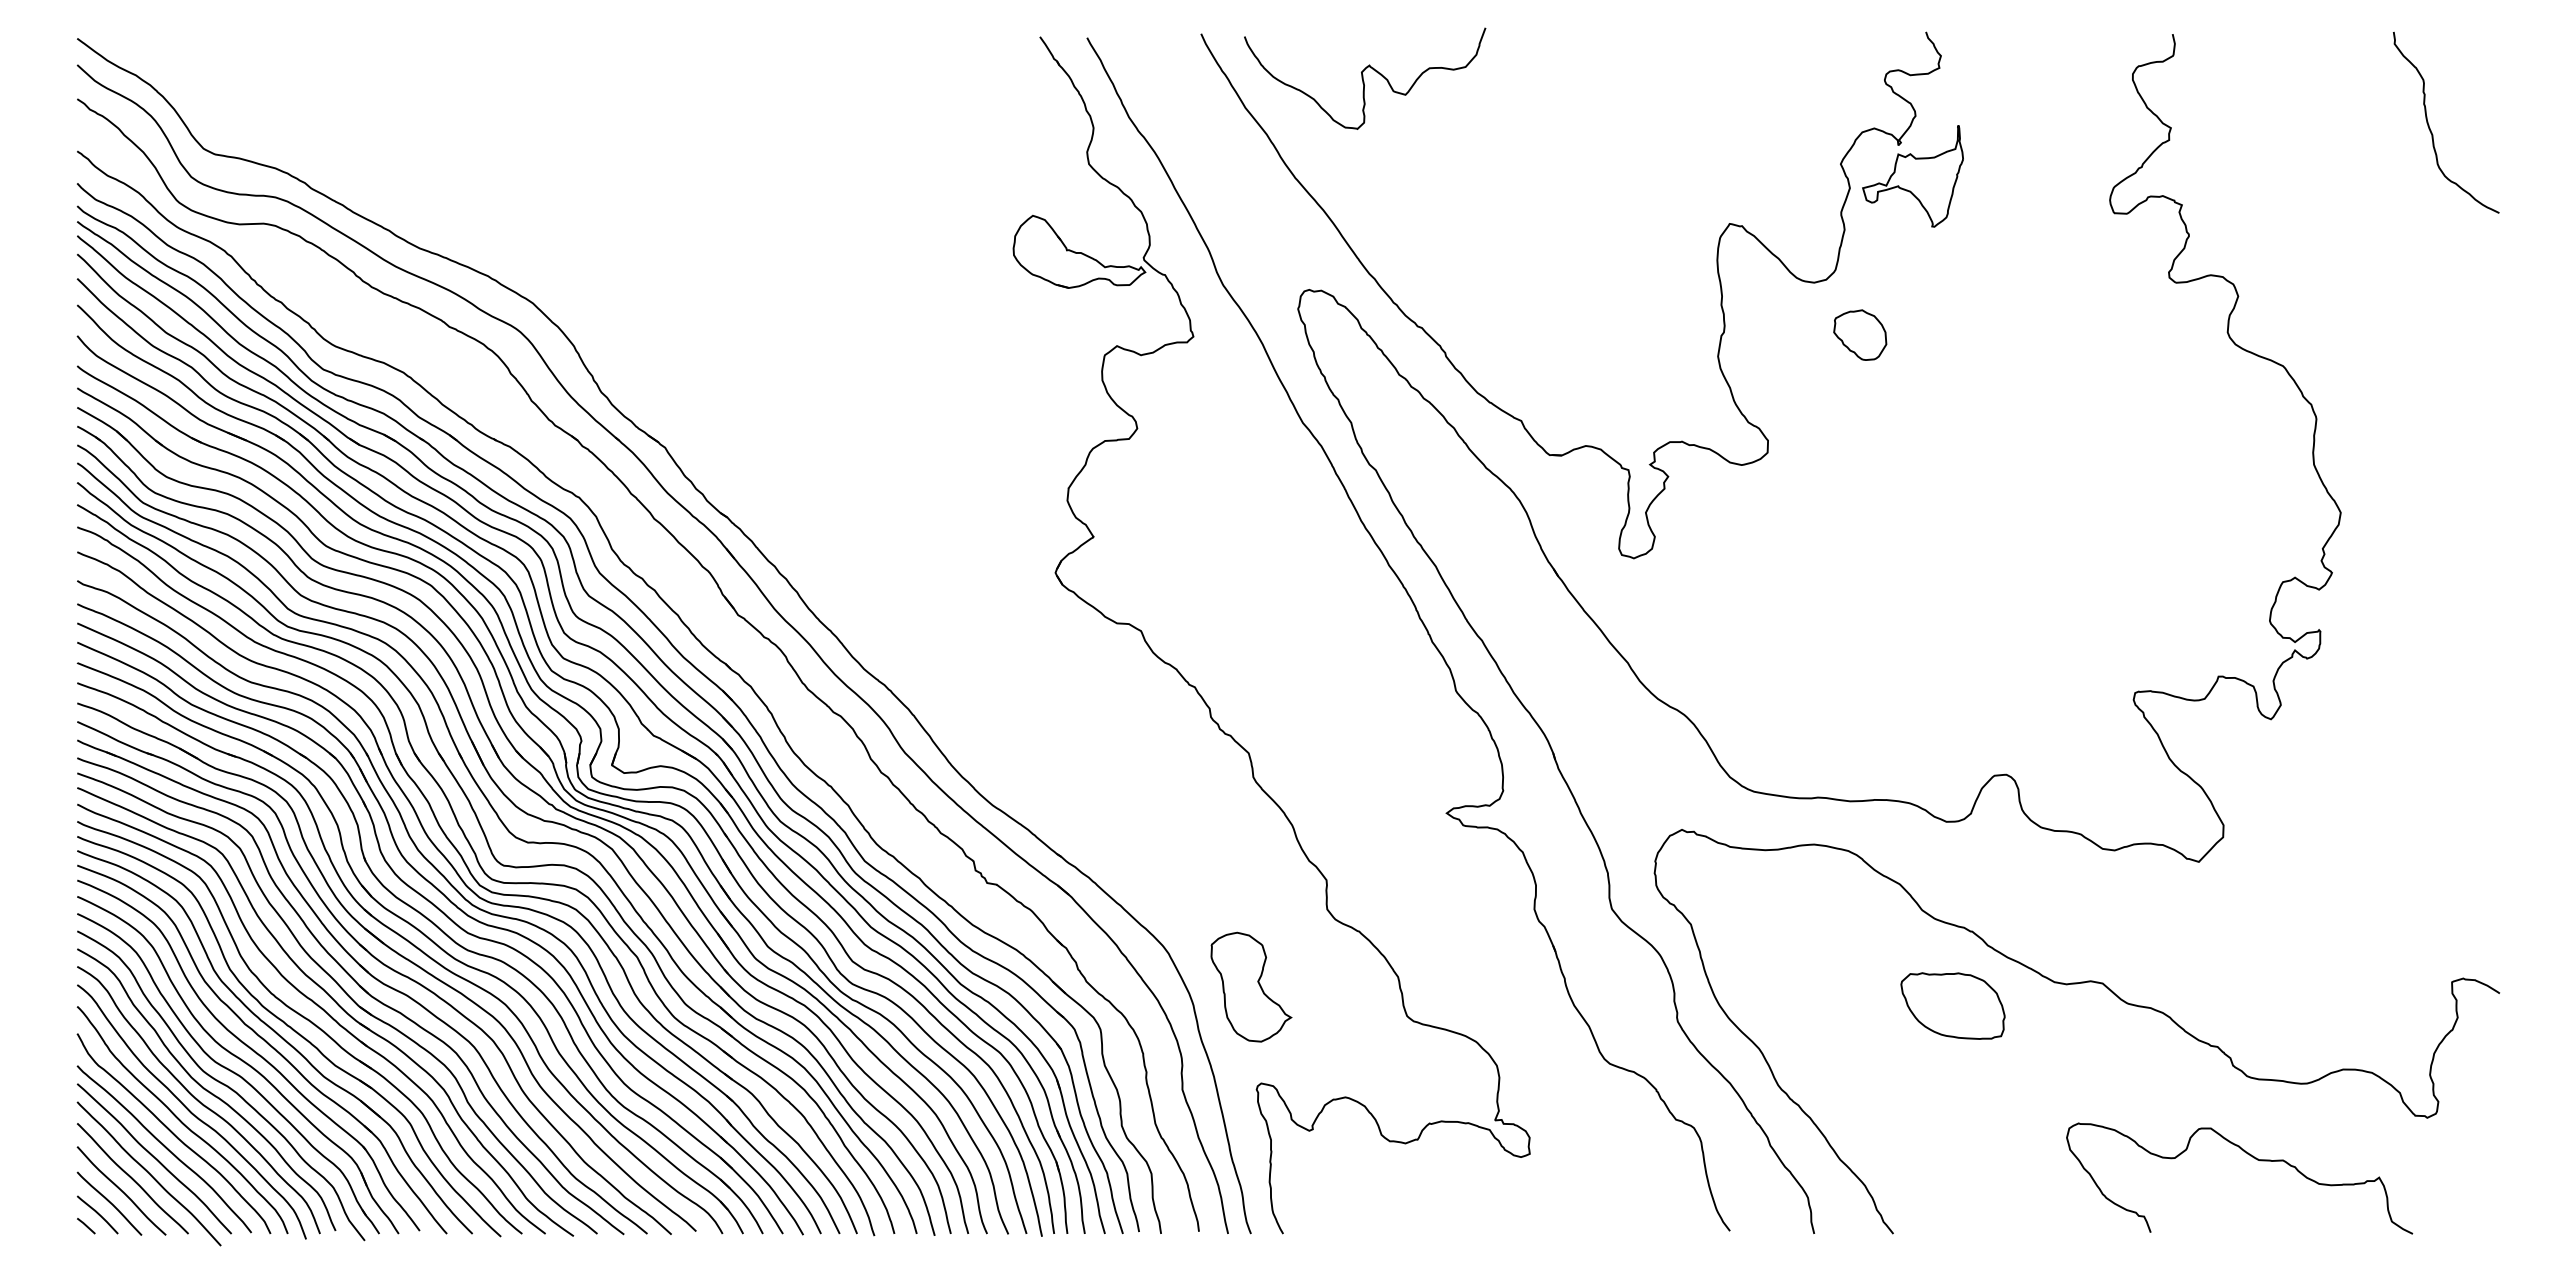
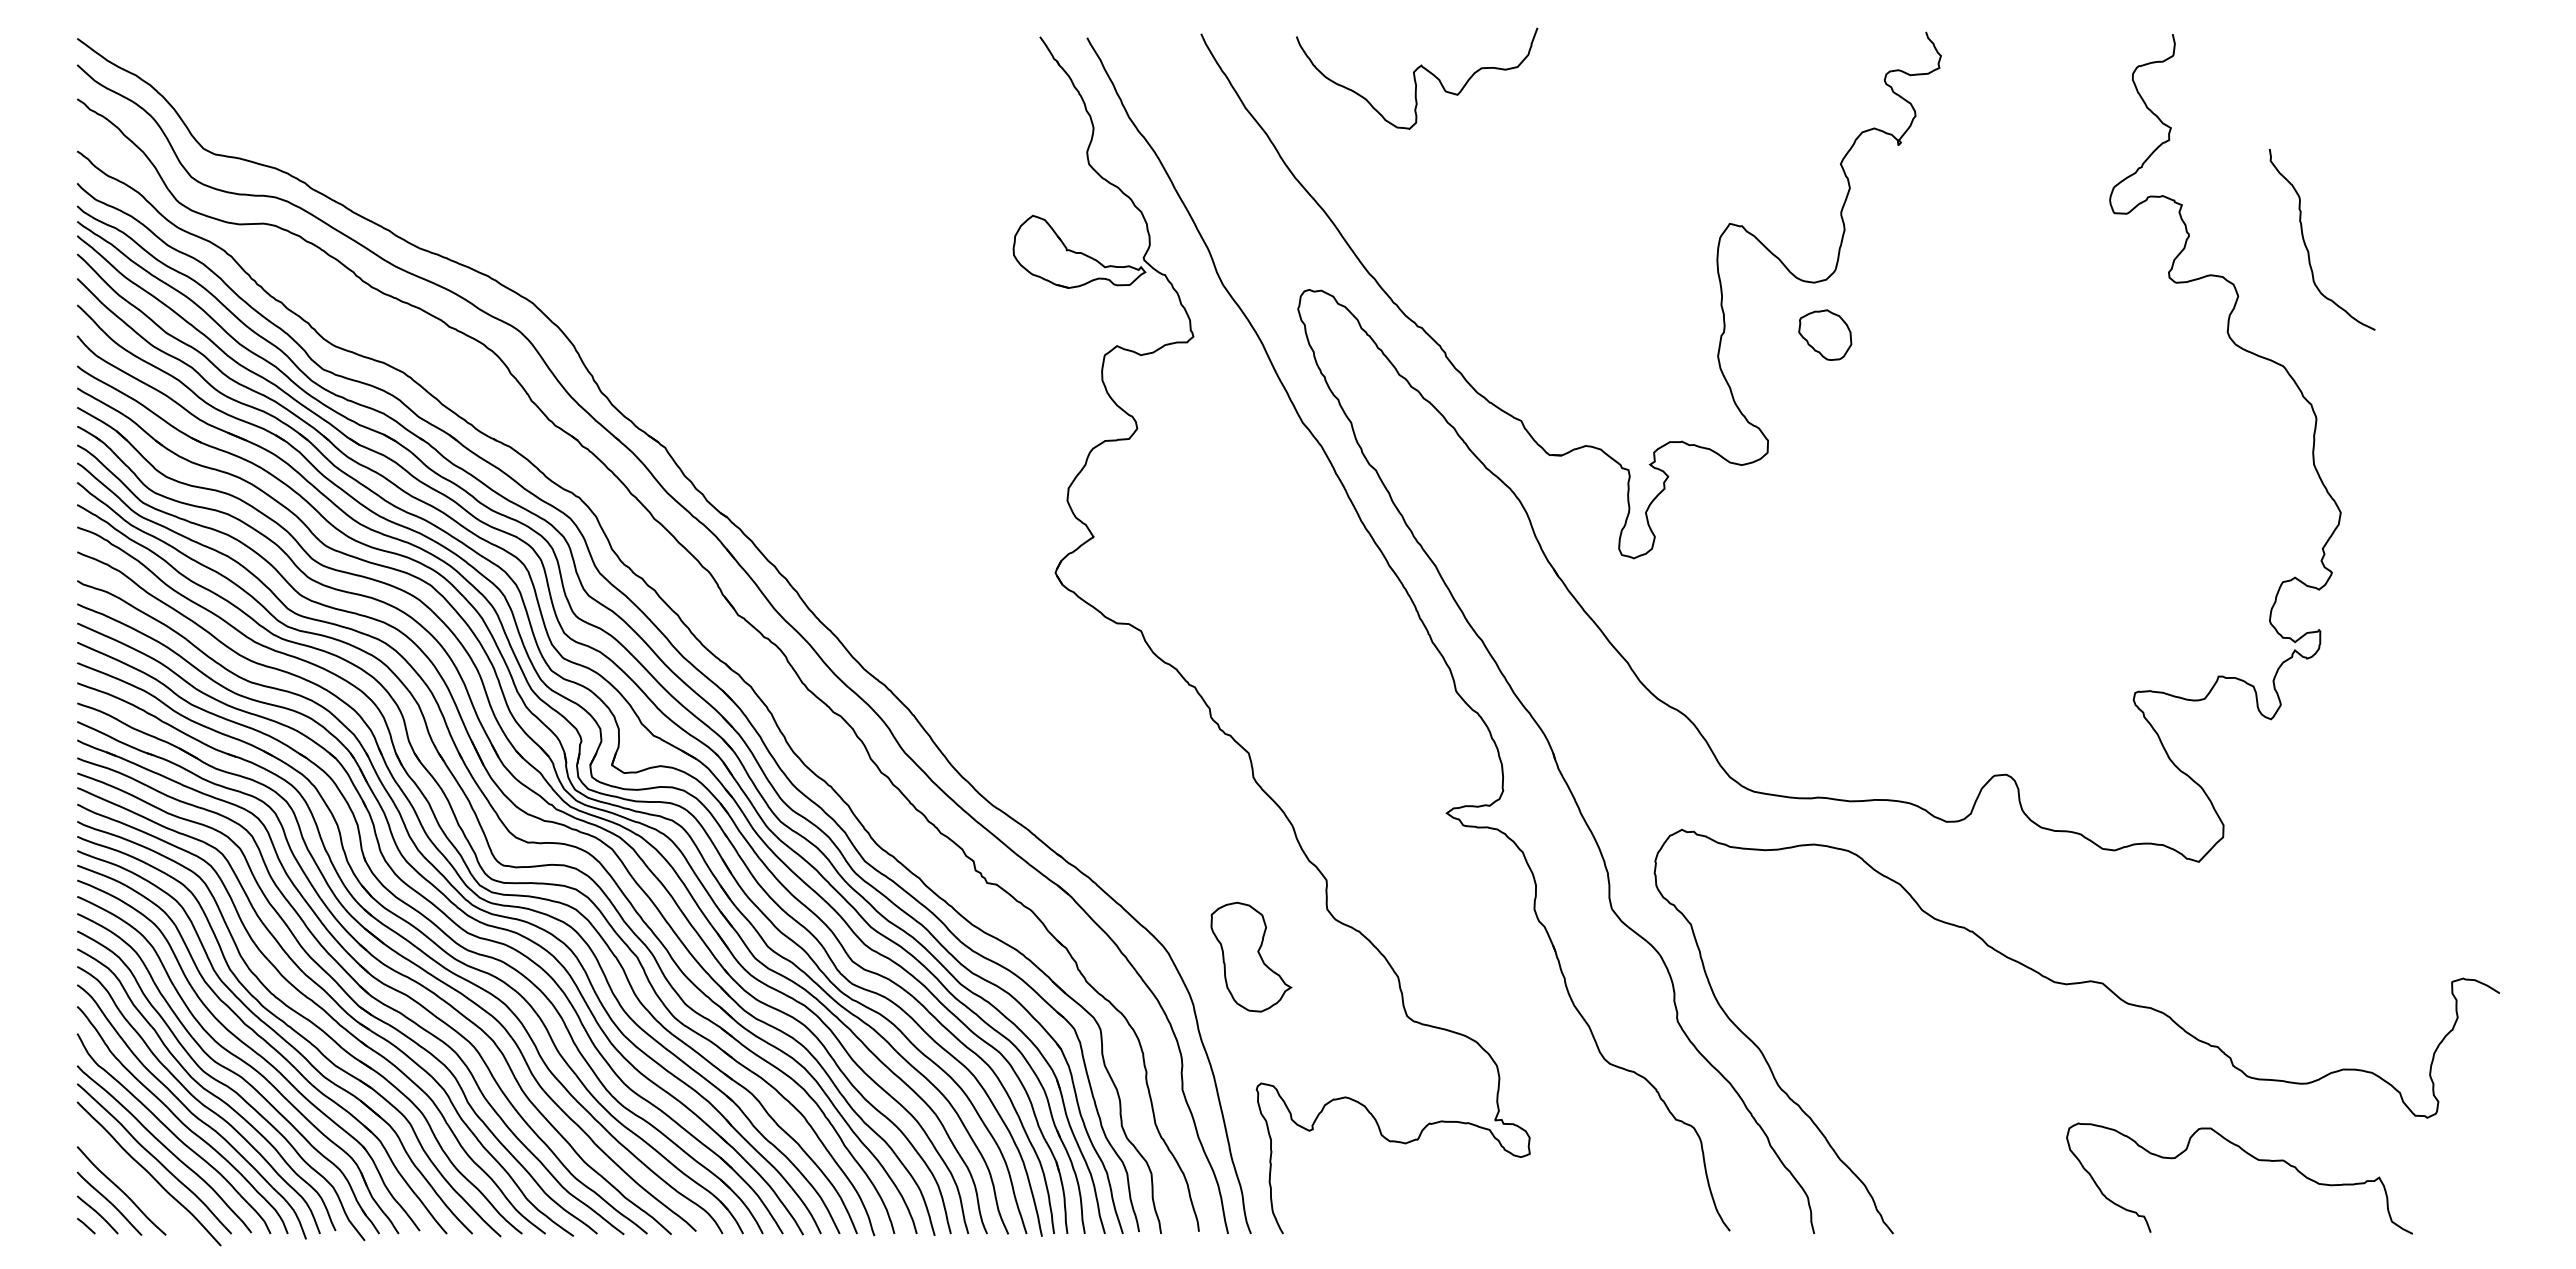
curve at (1363, 78) position: (1363, 78) -> (1415, 78)
curve at (2431, 130) position: (2431, 130) -> (2307, 247)
part at (1912, 176): present -> none
part at (1860, 334) position: (1860, 334) -> (1825, 334)
part at (1251, 986) position: (1251, 986) -> (1251, 956)
part at (1952, 1005): present -> none
curve at (132, 1178): present -> none
